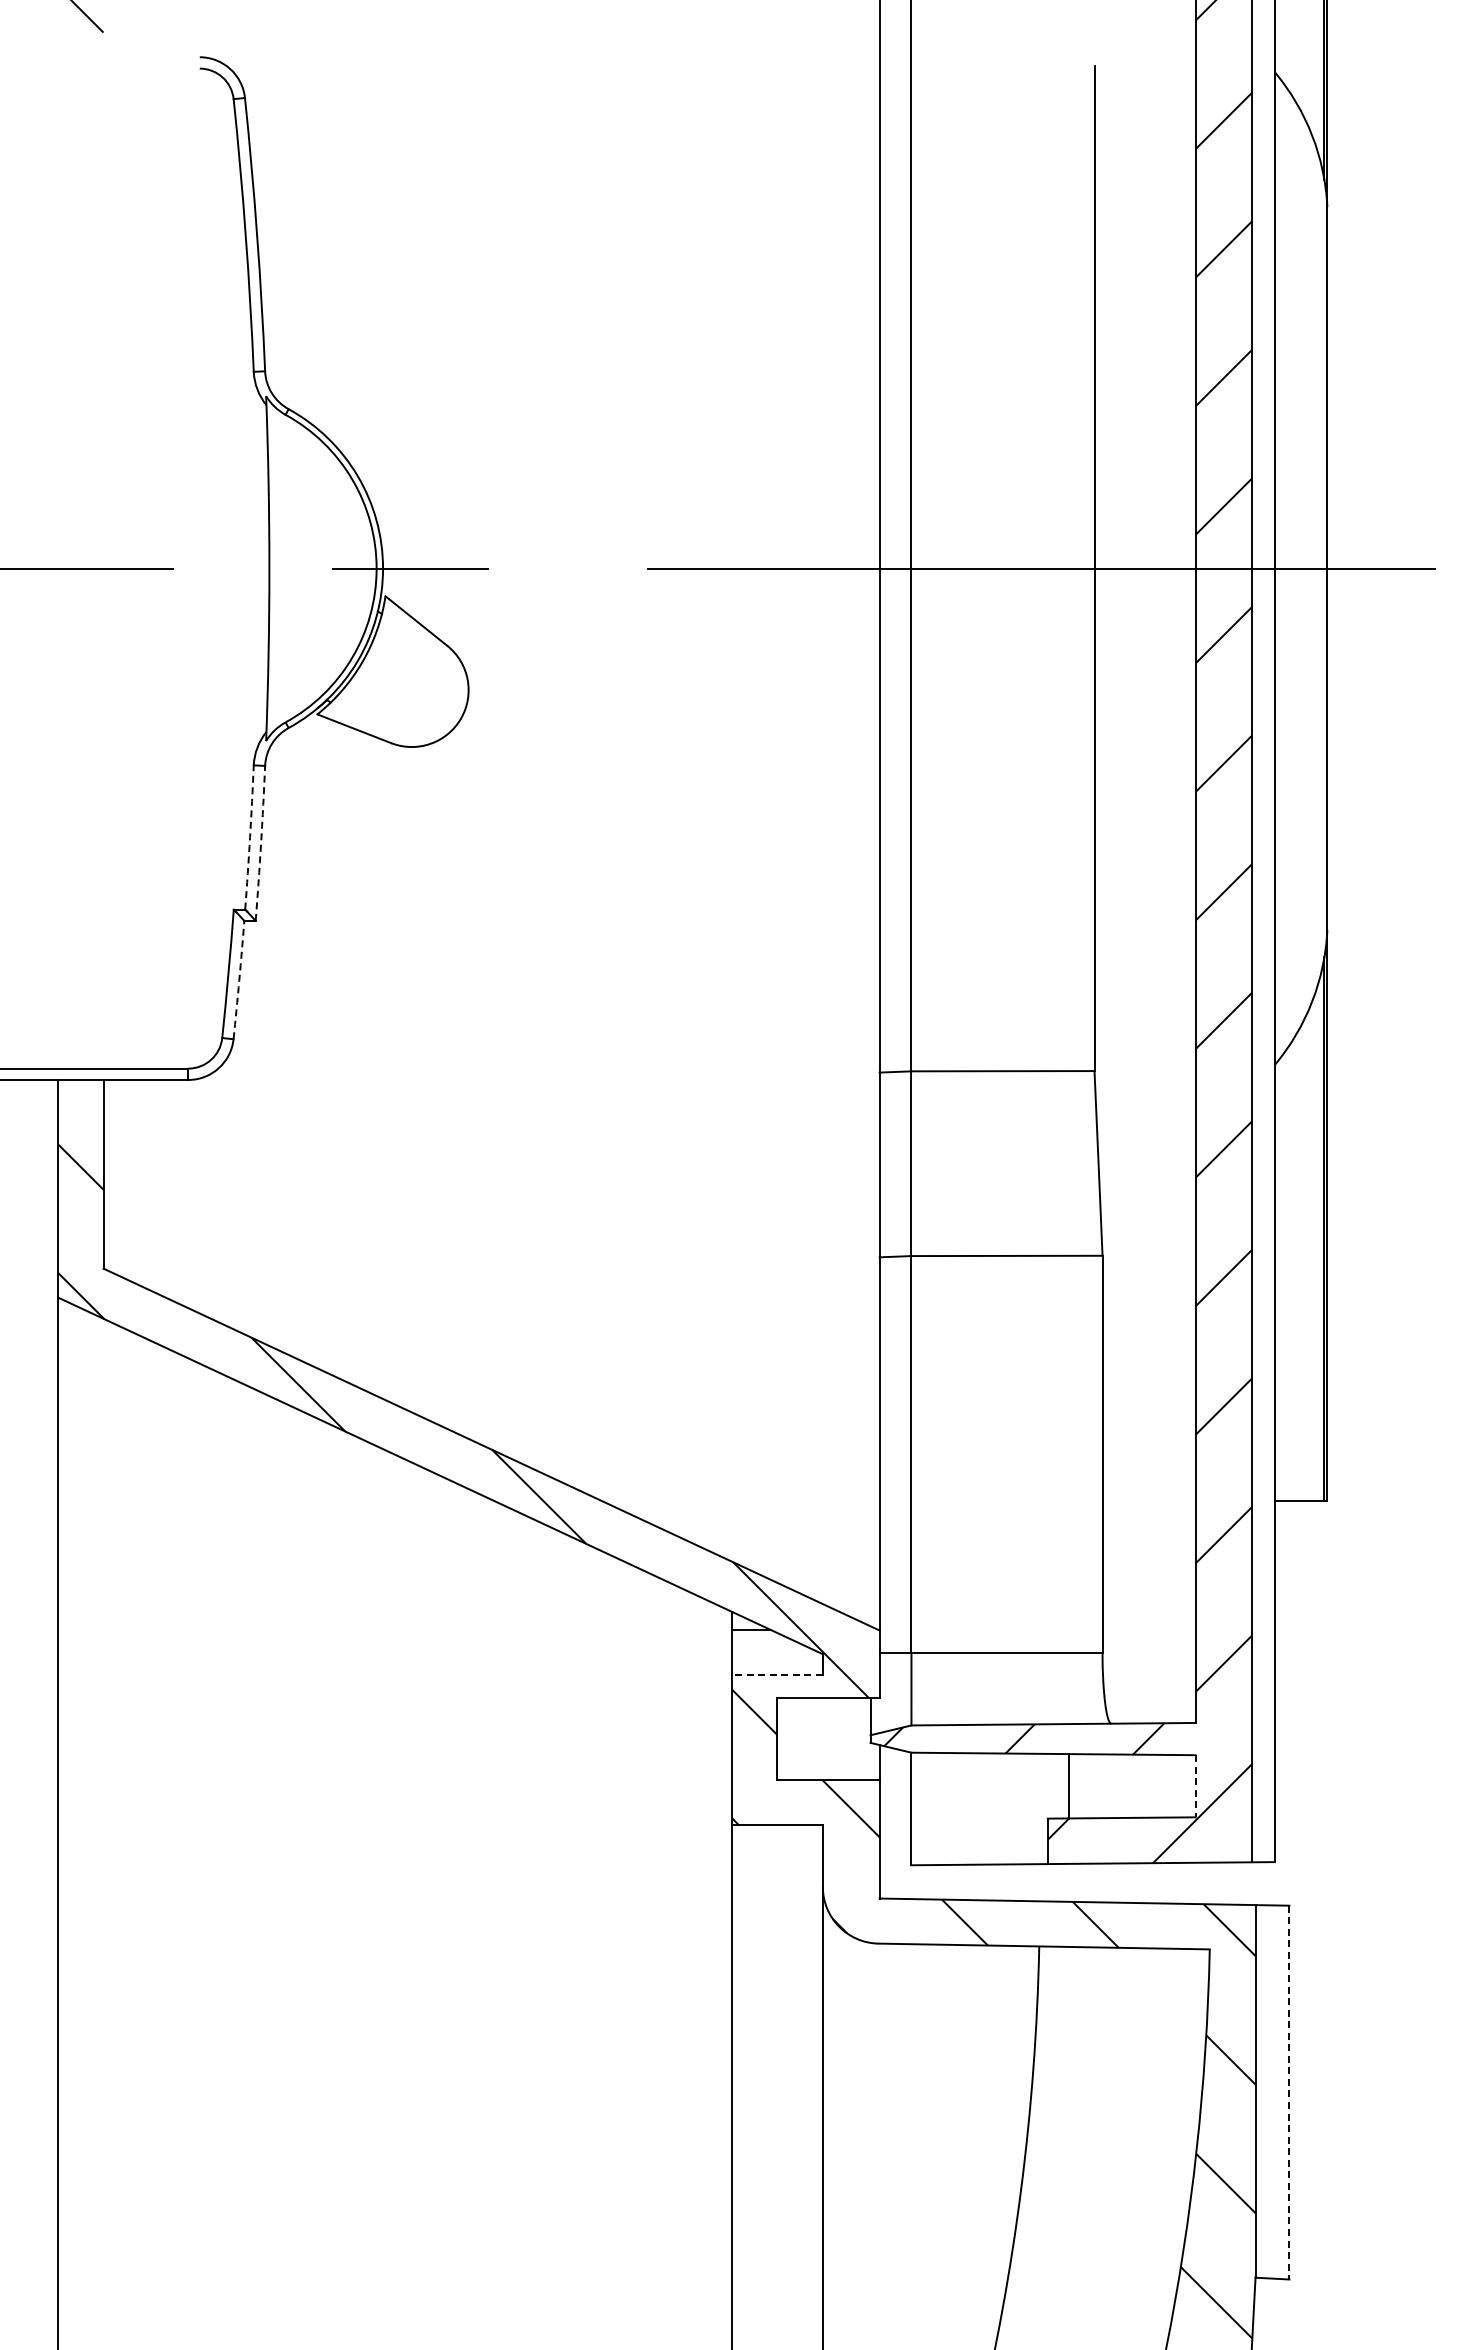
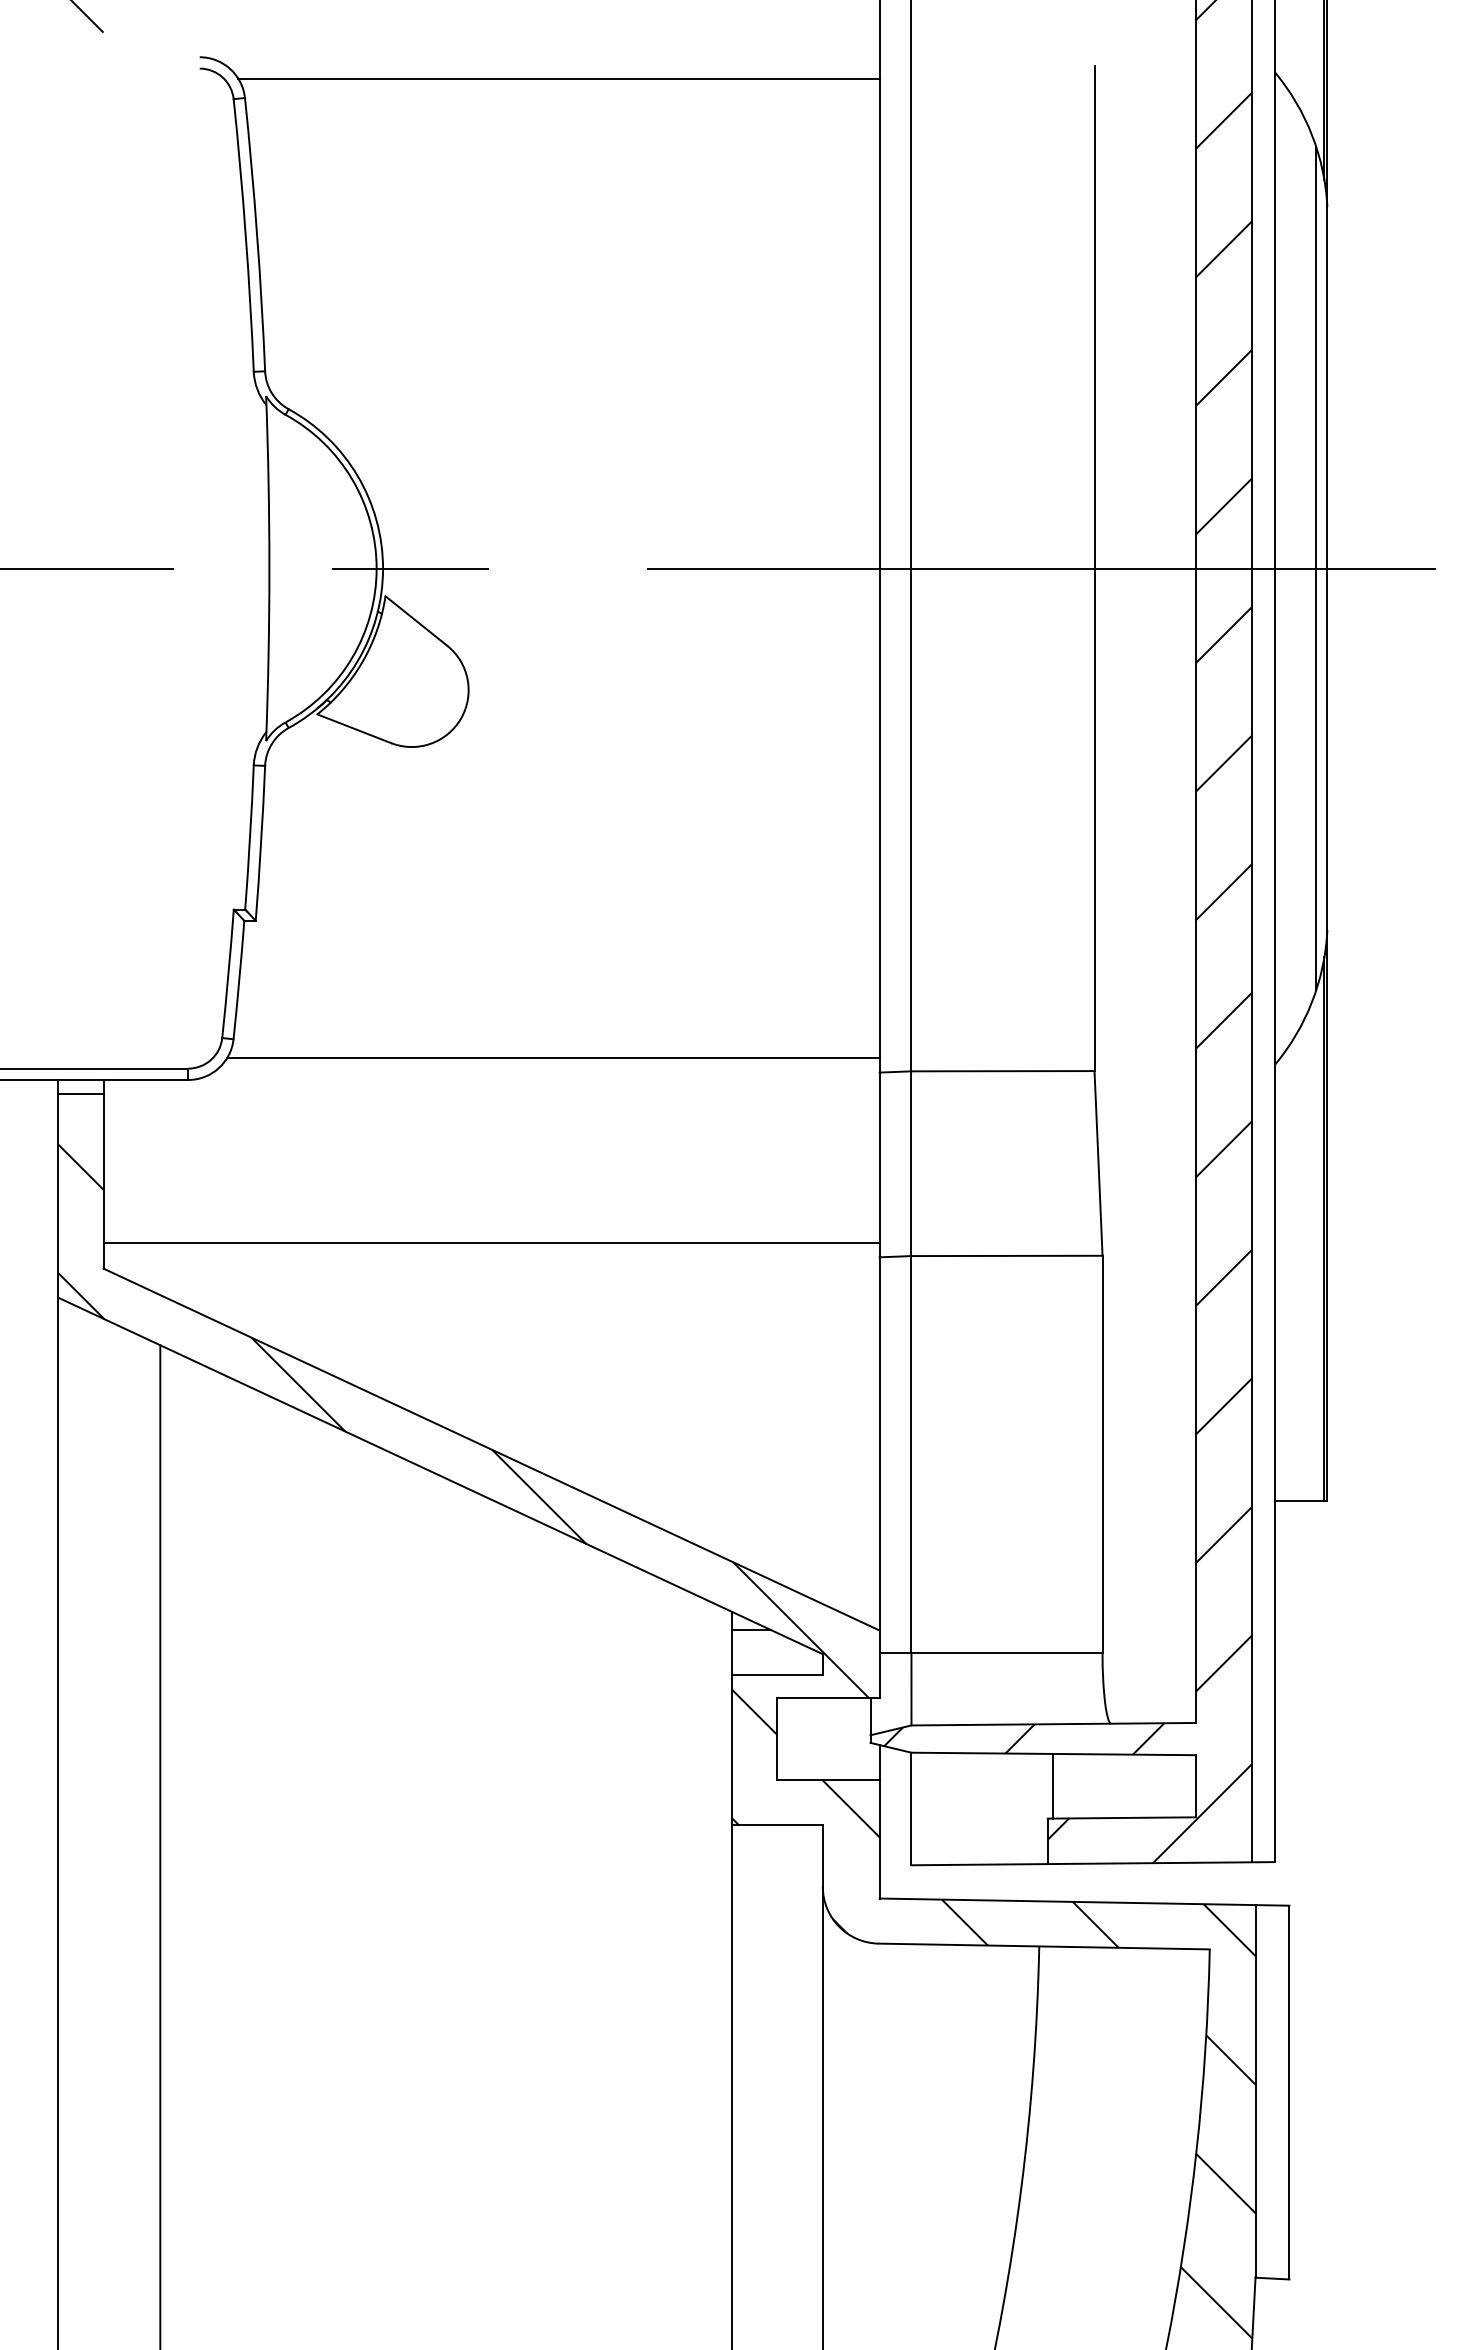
line at (558, 78): none -> present
line at (1316, 568): none -> present
arc at (250, 837): dashed -> solid
arc at (261, 843): dashed -> solid
arc at (239, 980): dashed -> solid
line at (552, 1058): none -> present
line at (80, 1093): none -> present
line at (491, 1243): none -> present
line at (776, 1675): dashed -> solid
line at (1068, 1785) position: (1068, 1785) -> (1052, 1785)
line at (1195, 1786): dashed -> solid
line at (160, 1845): none -> present
line at (1289, 2092): dashed -> solid
